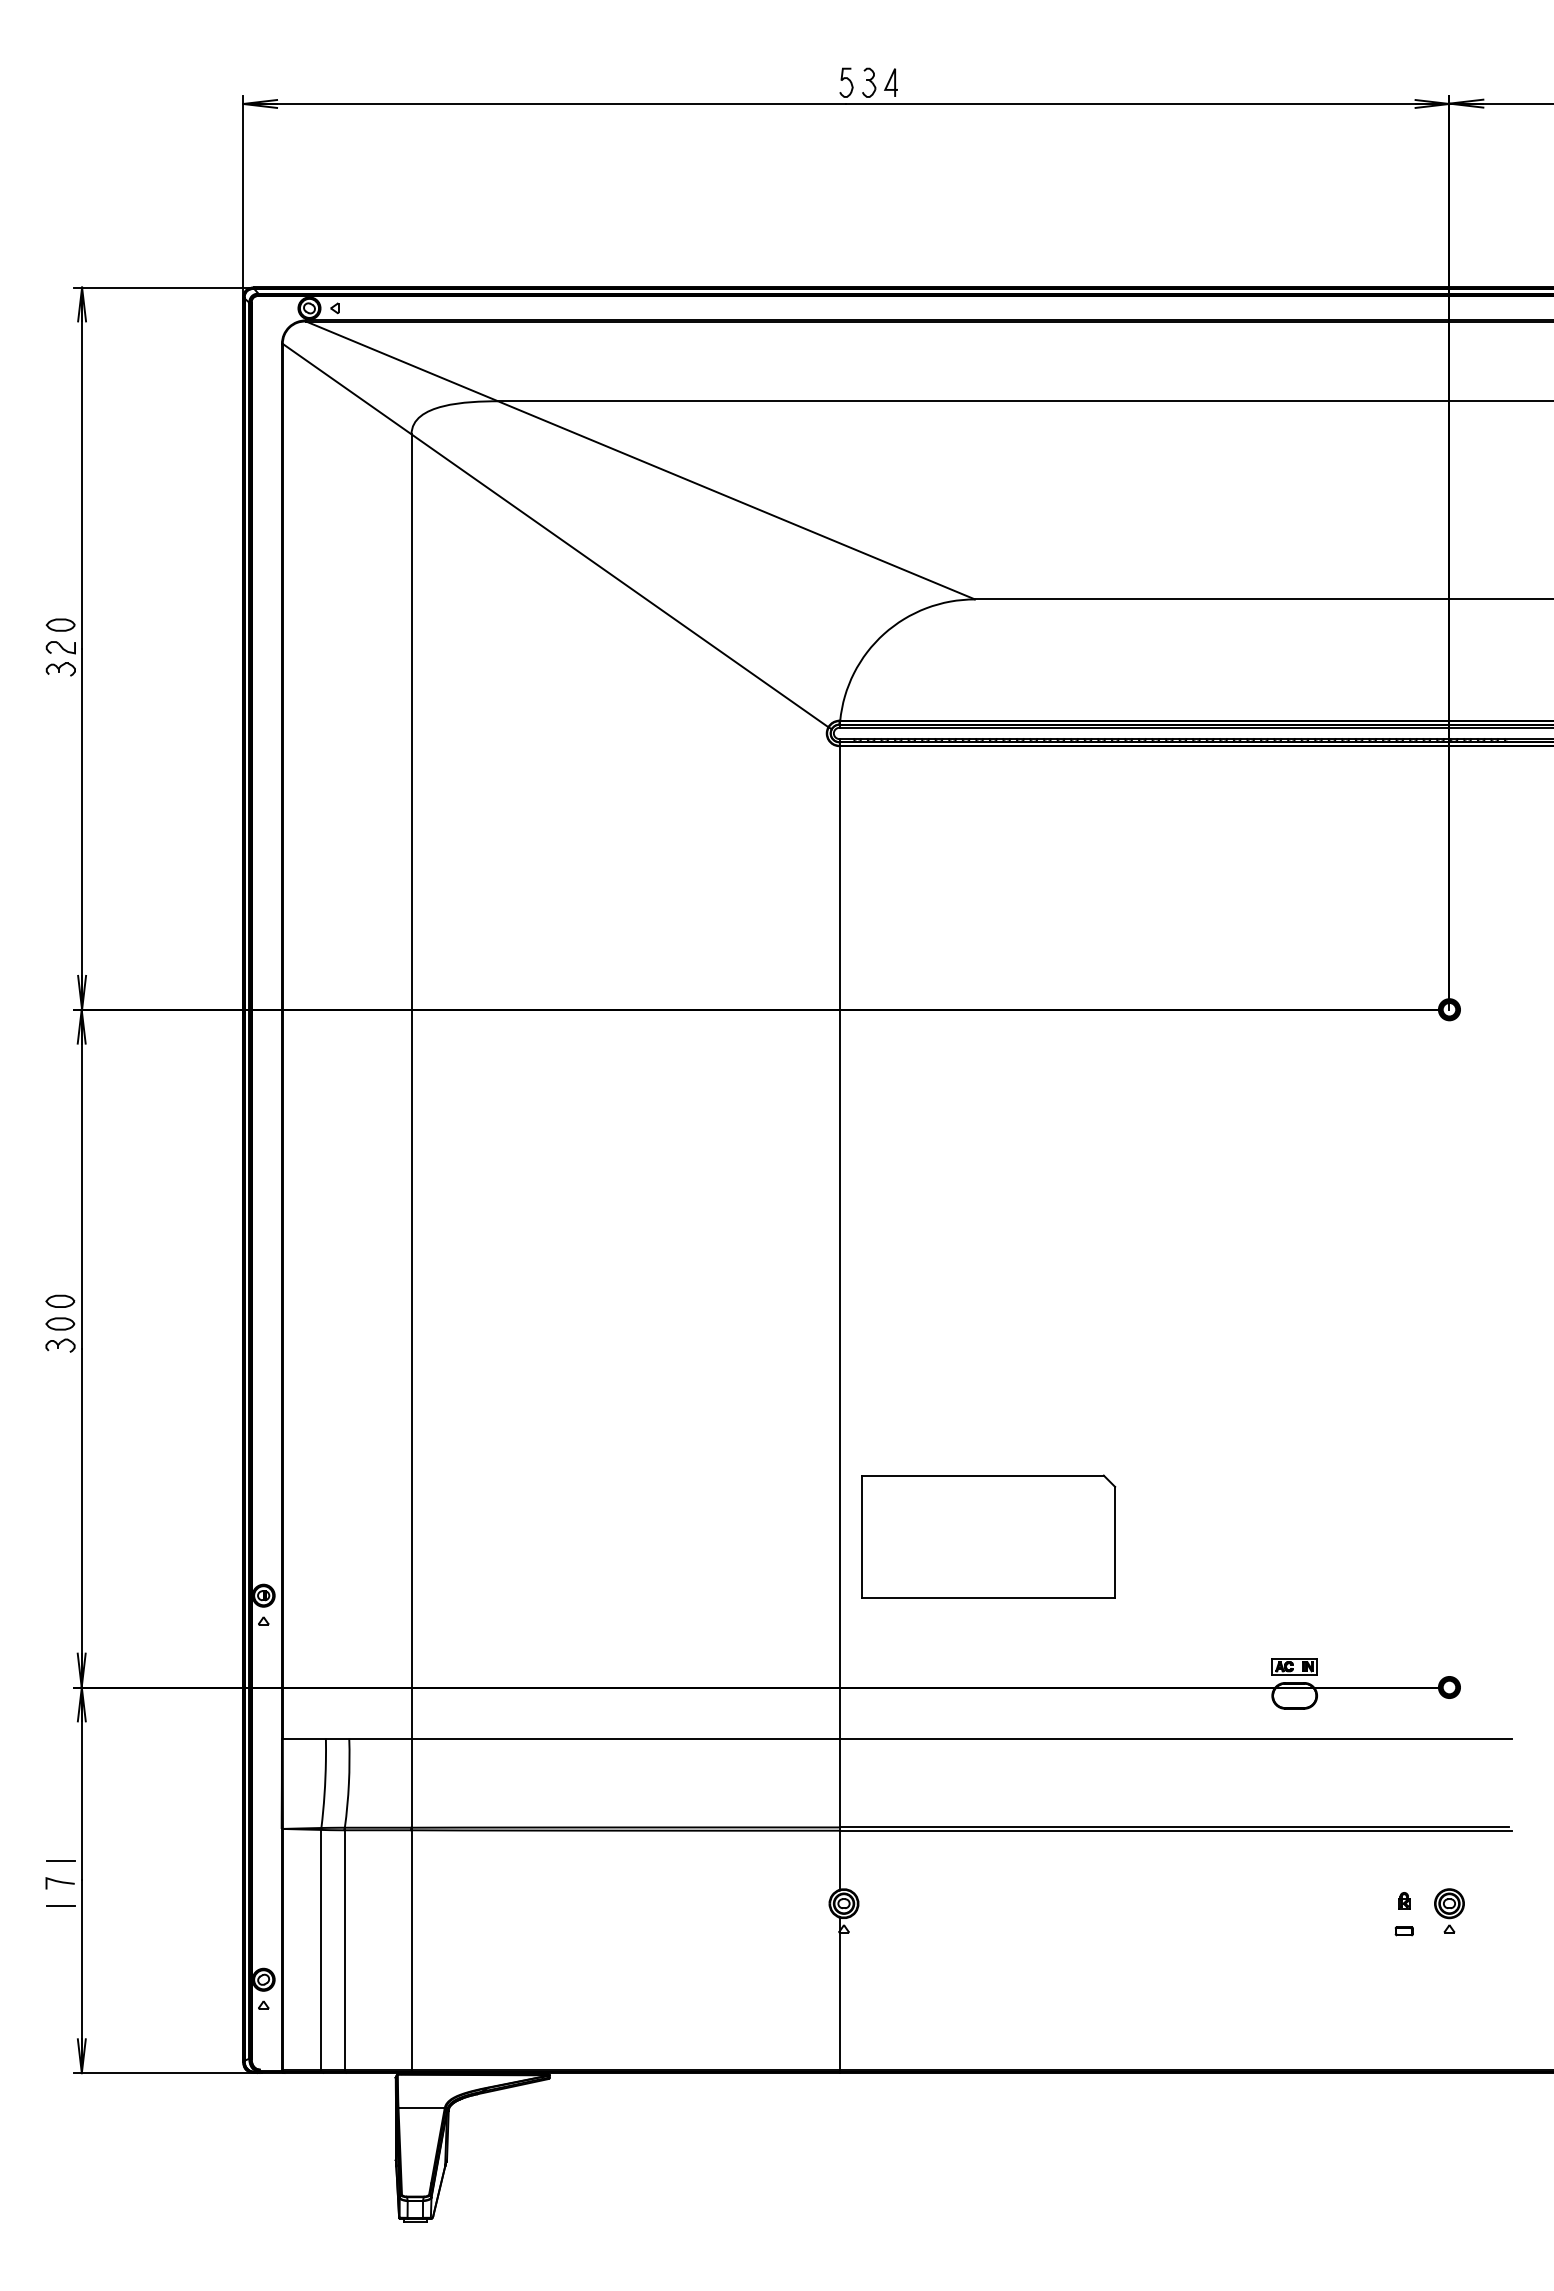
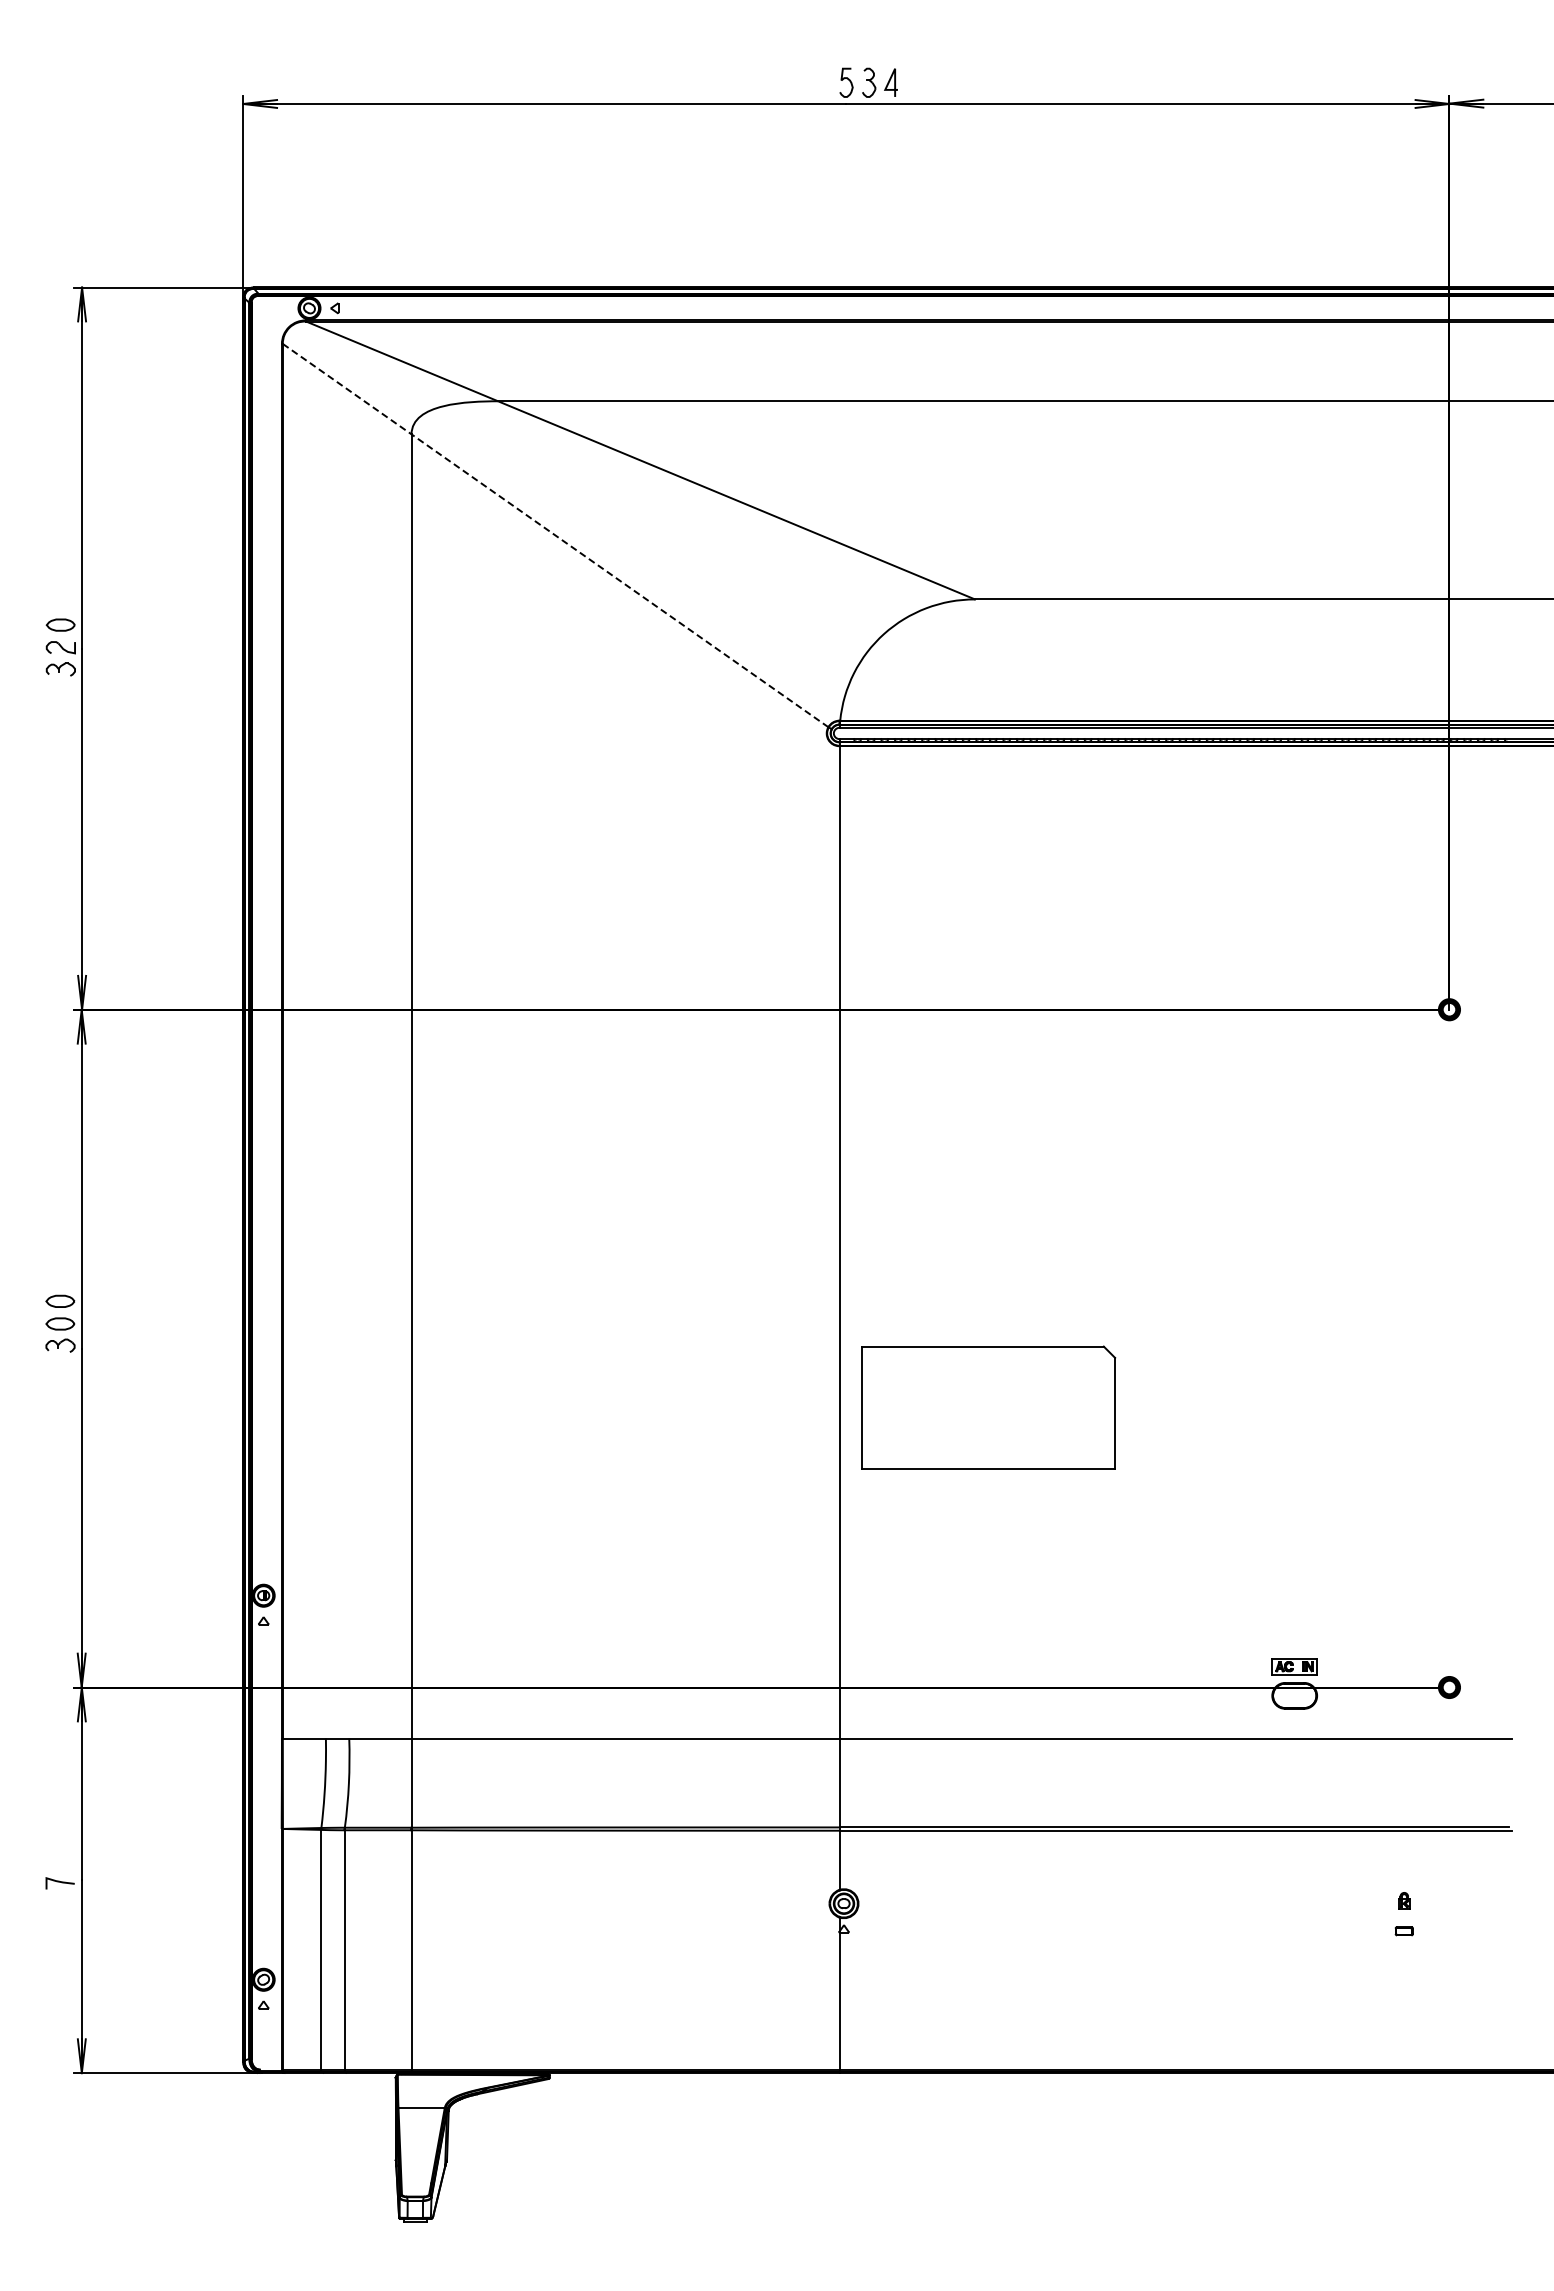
line at (556, 535): solid -> dashed
part at (988, 1536) position: (988, 1536) -> (988, 1407)
line at (60, 1861): present -> none
line at (60, 1906): present -> none
part at (1449, 1910): present -> none
